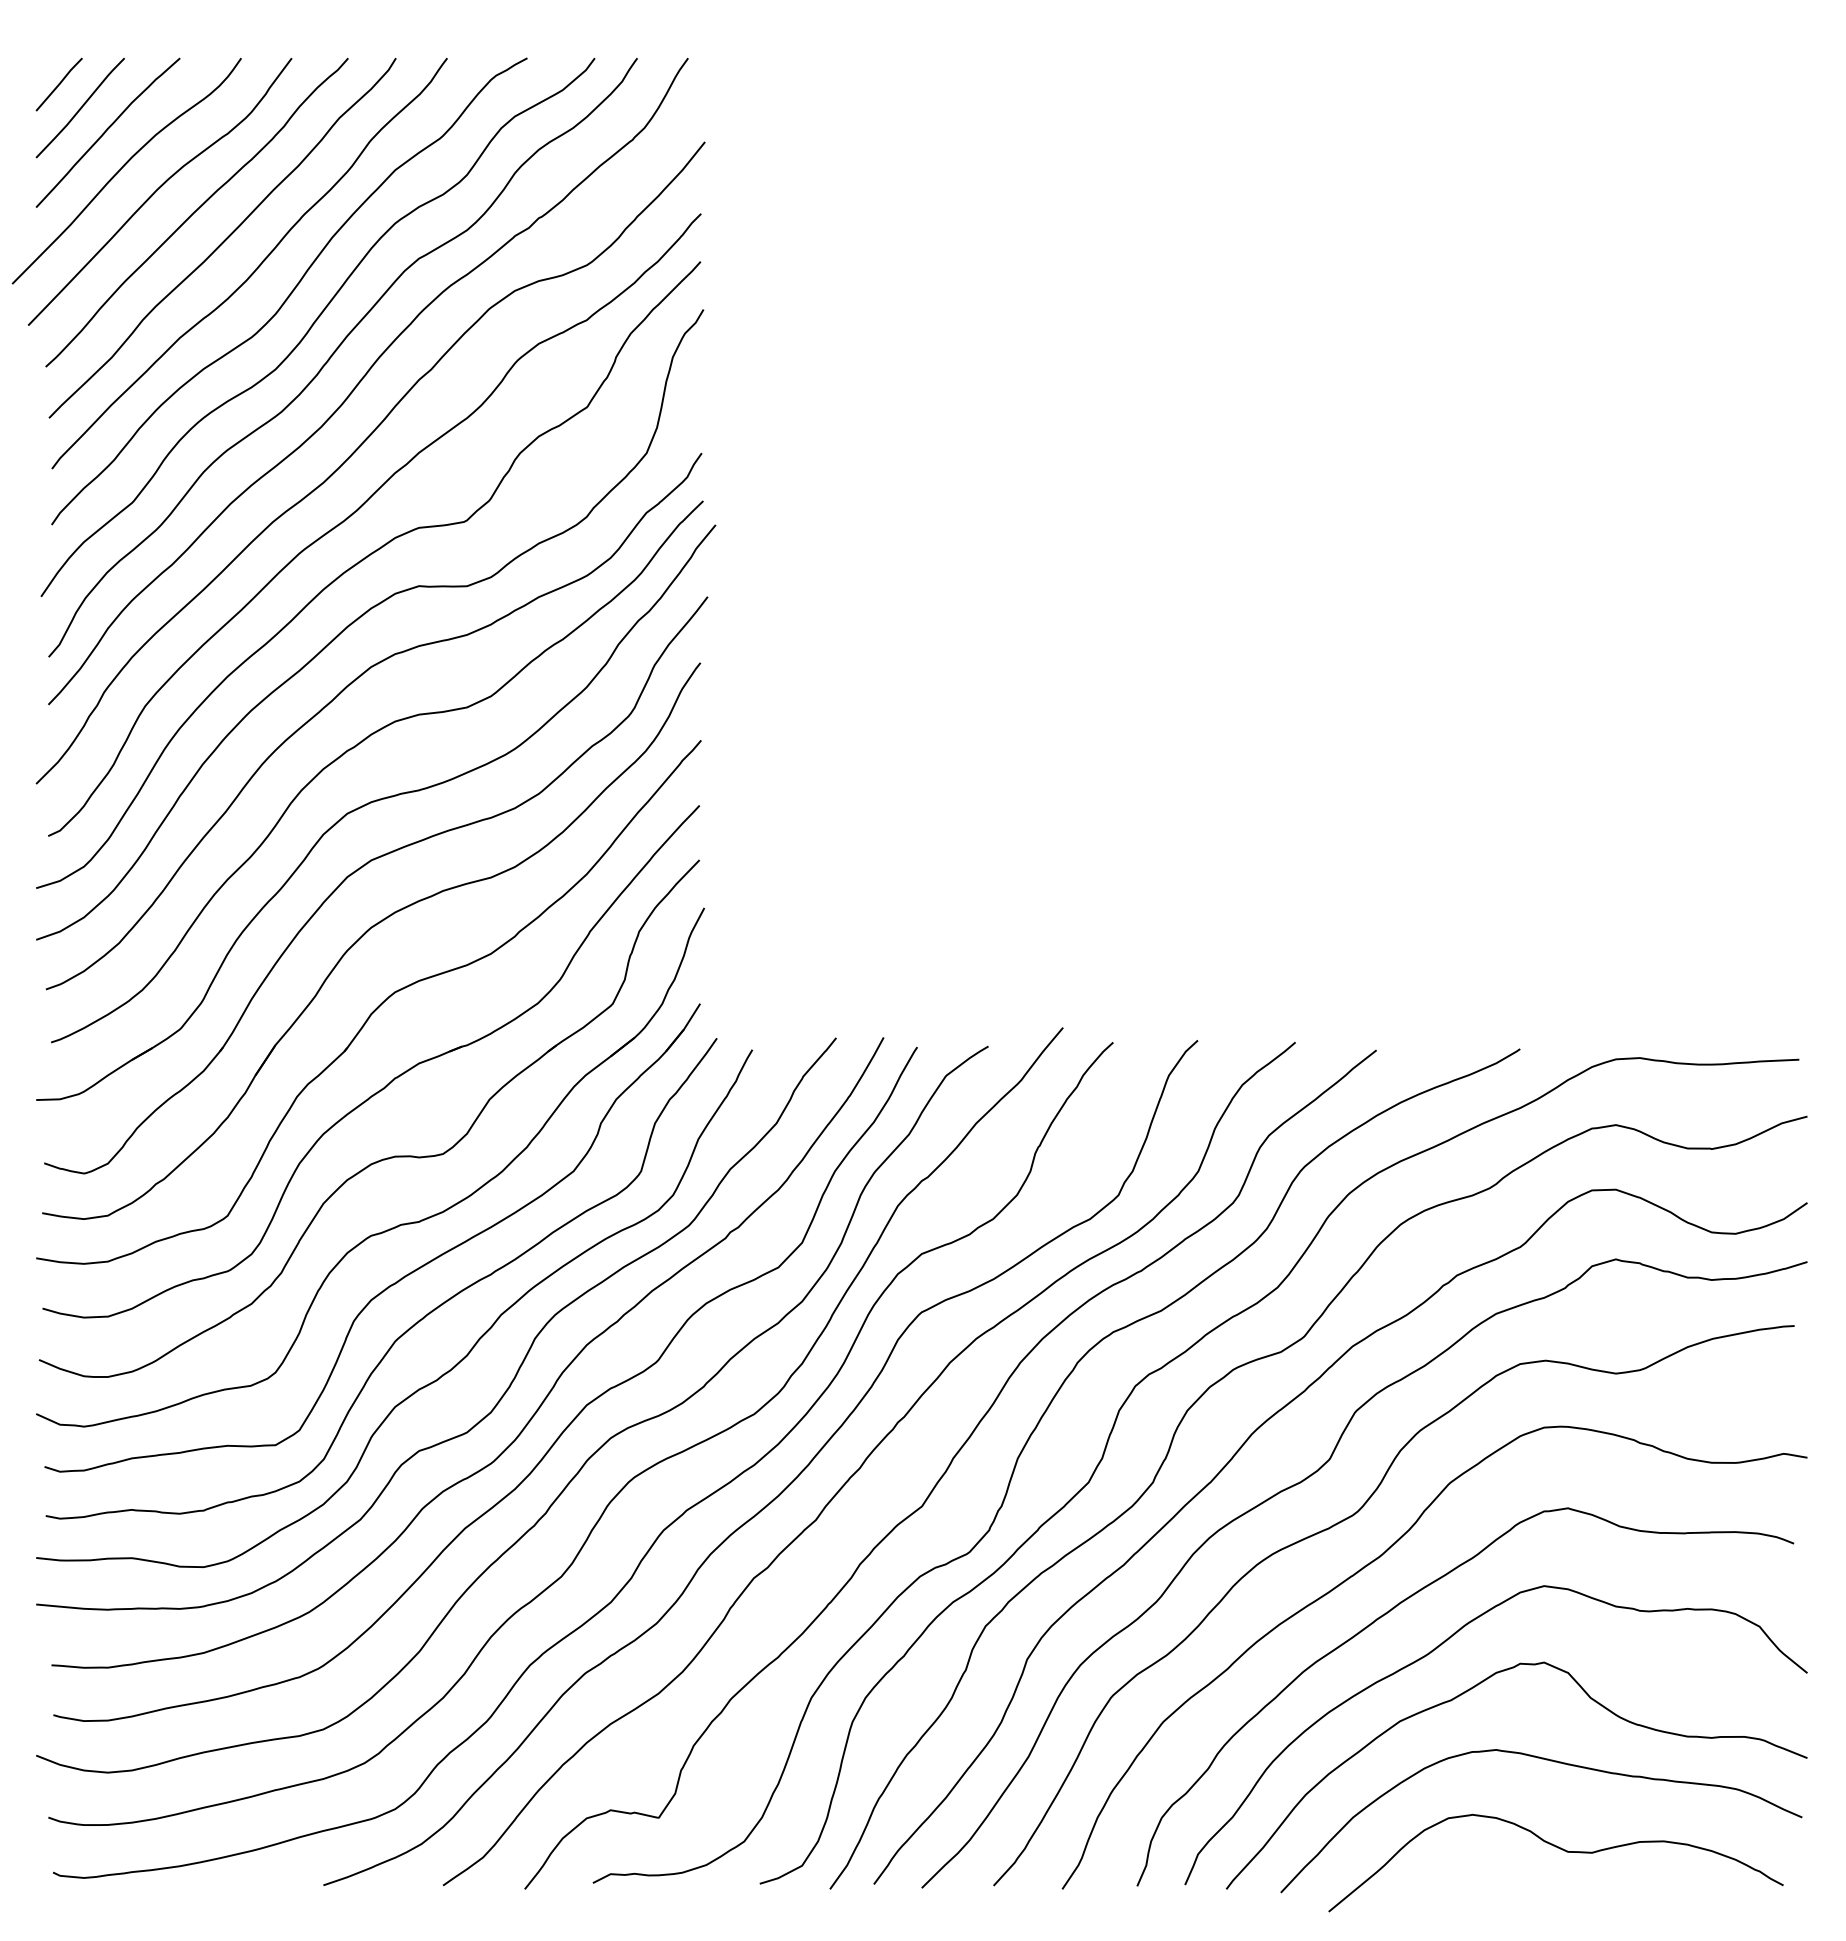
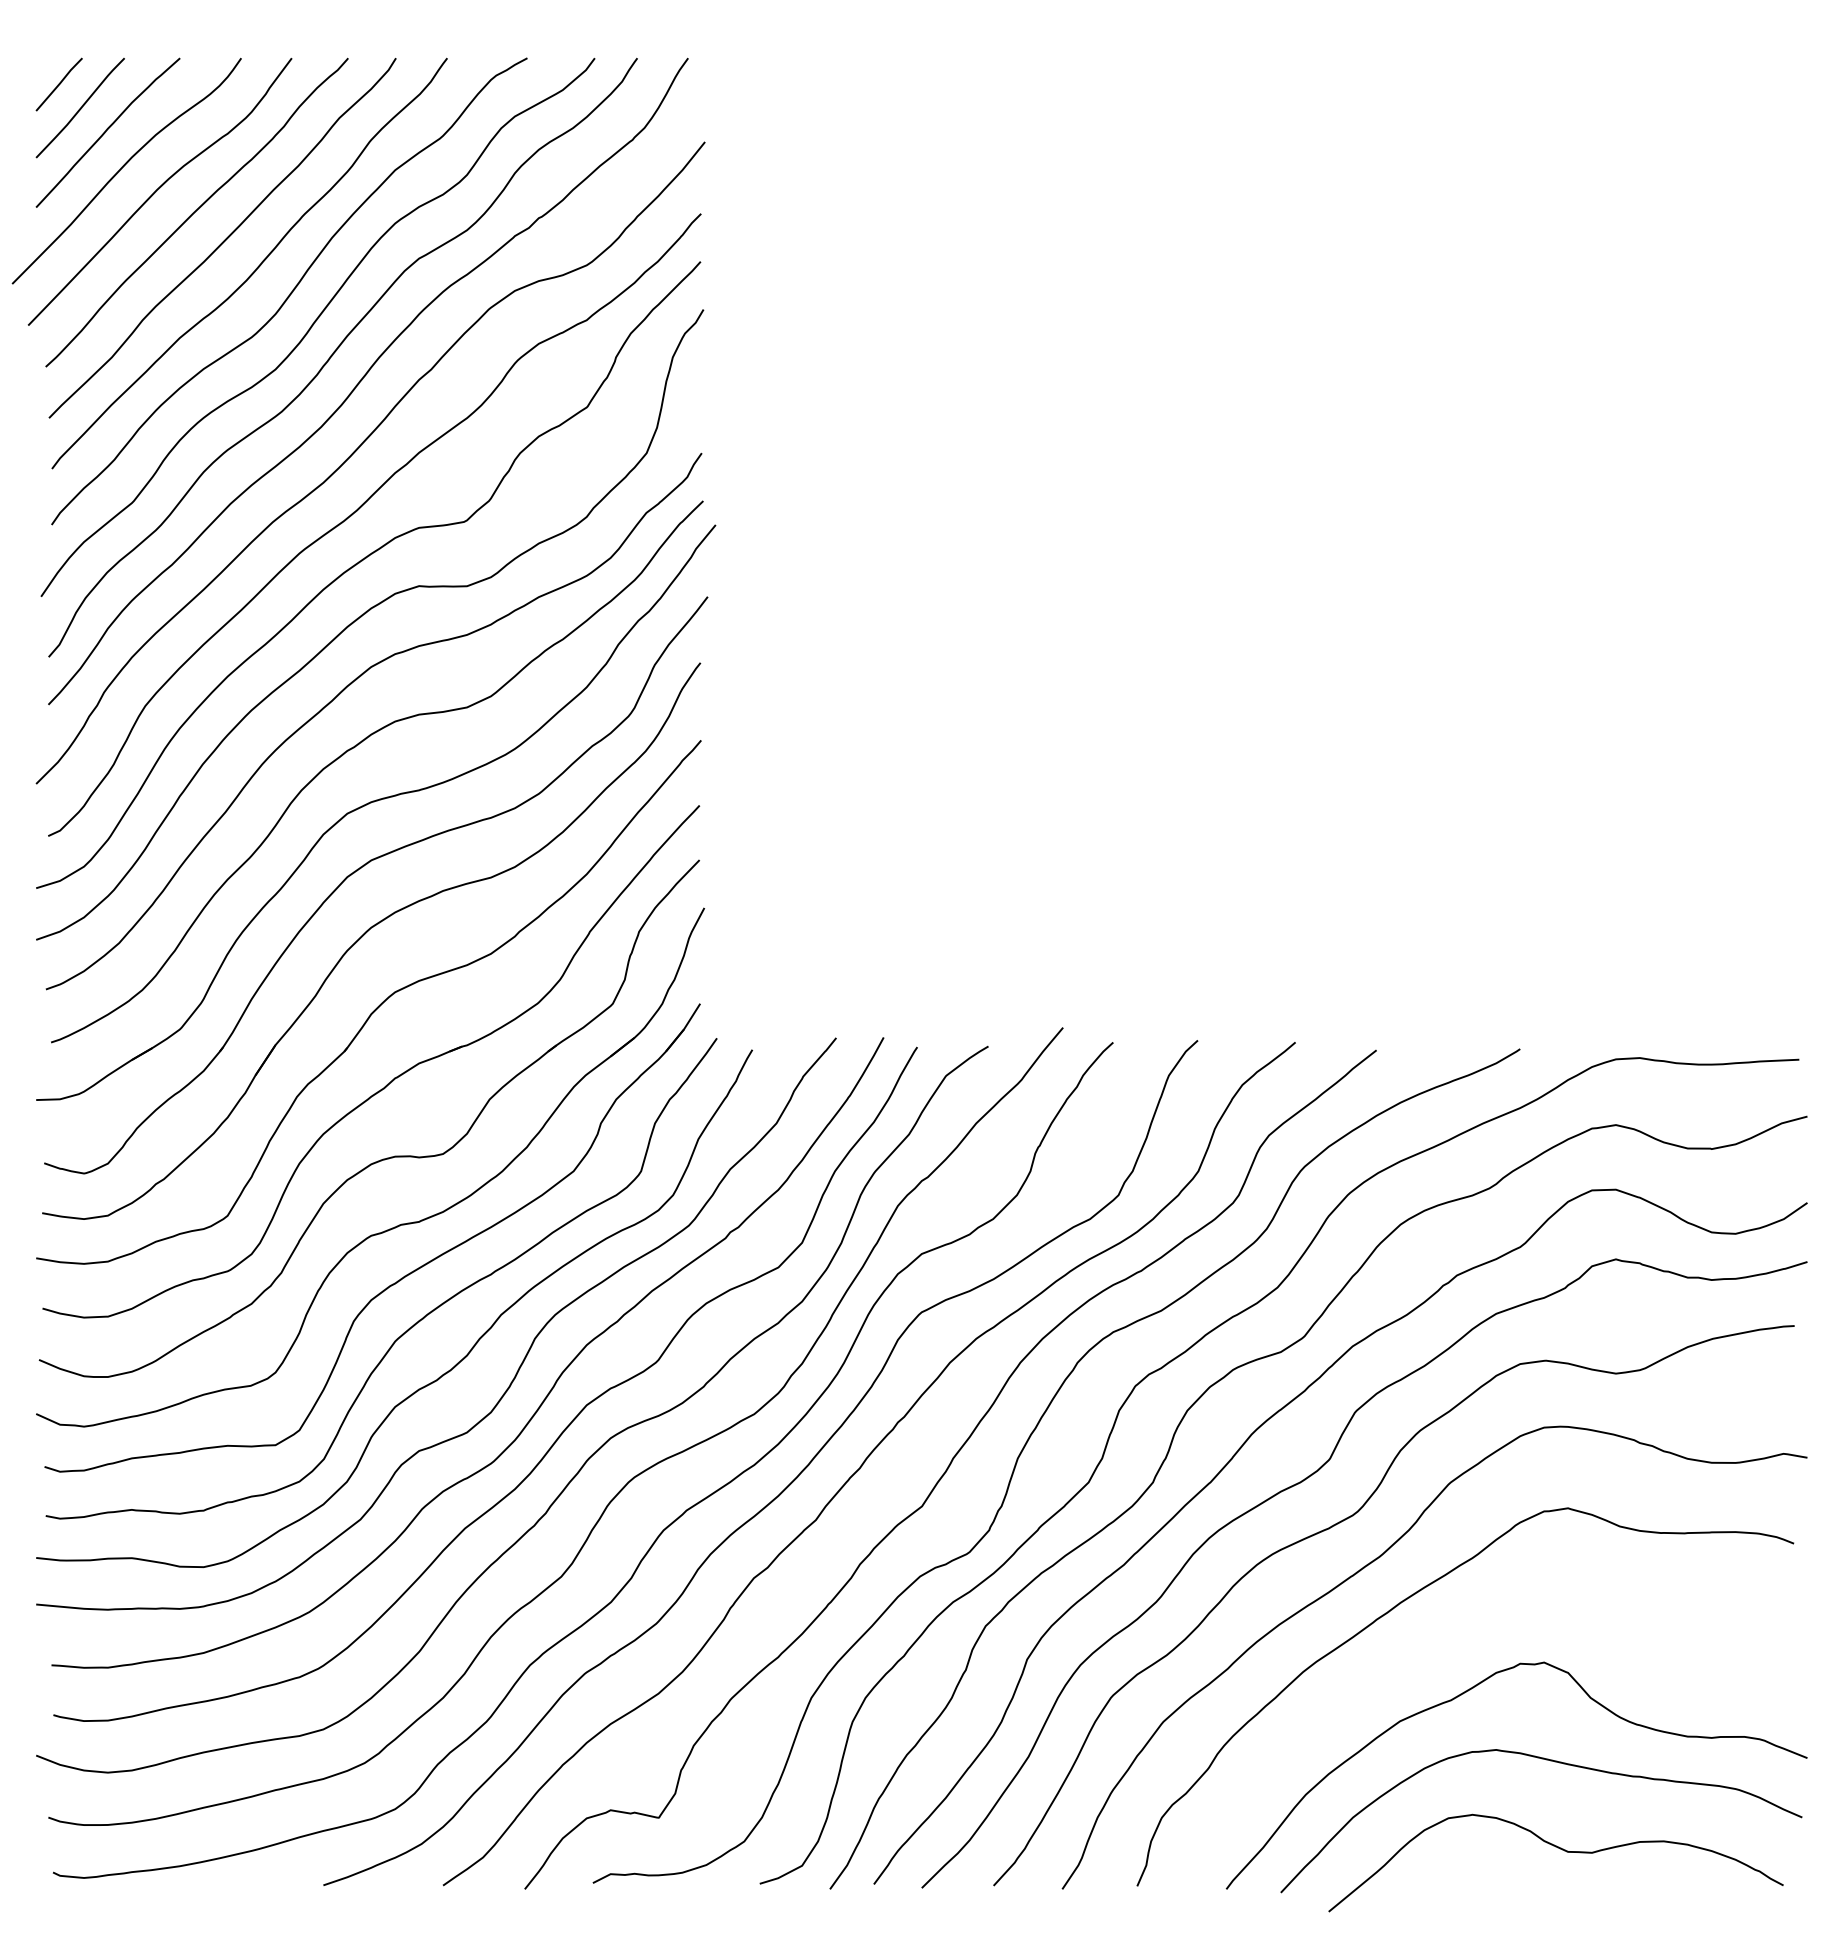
curve at (1432, 1652): present -> none
